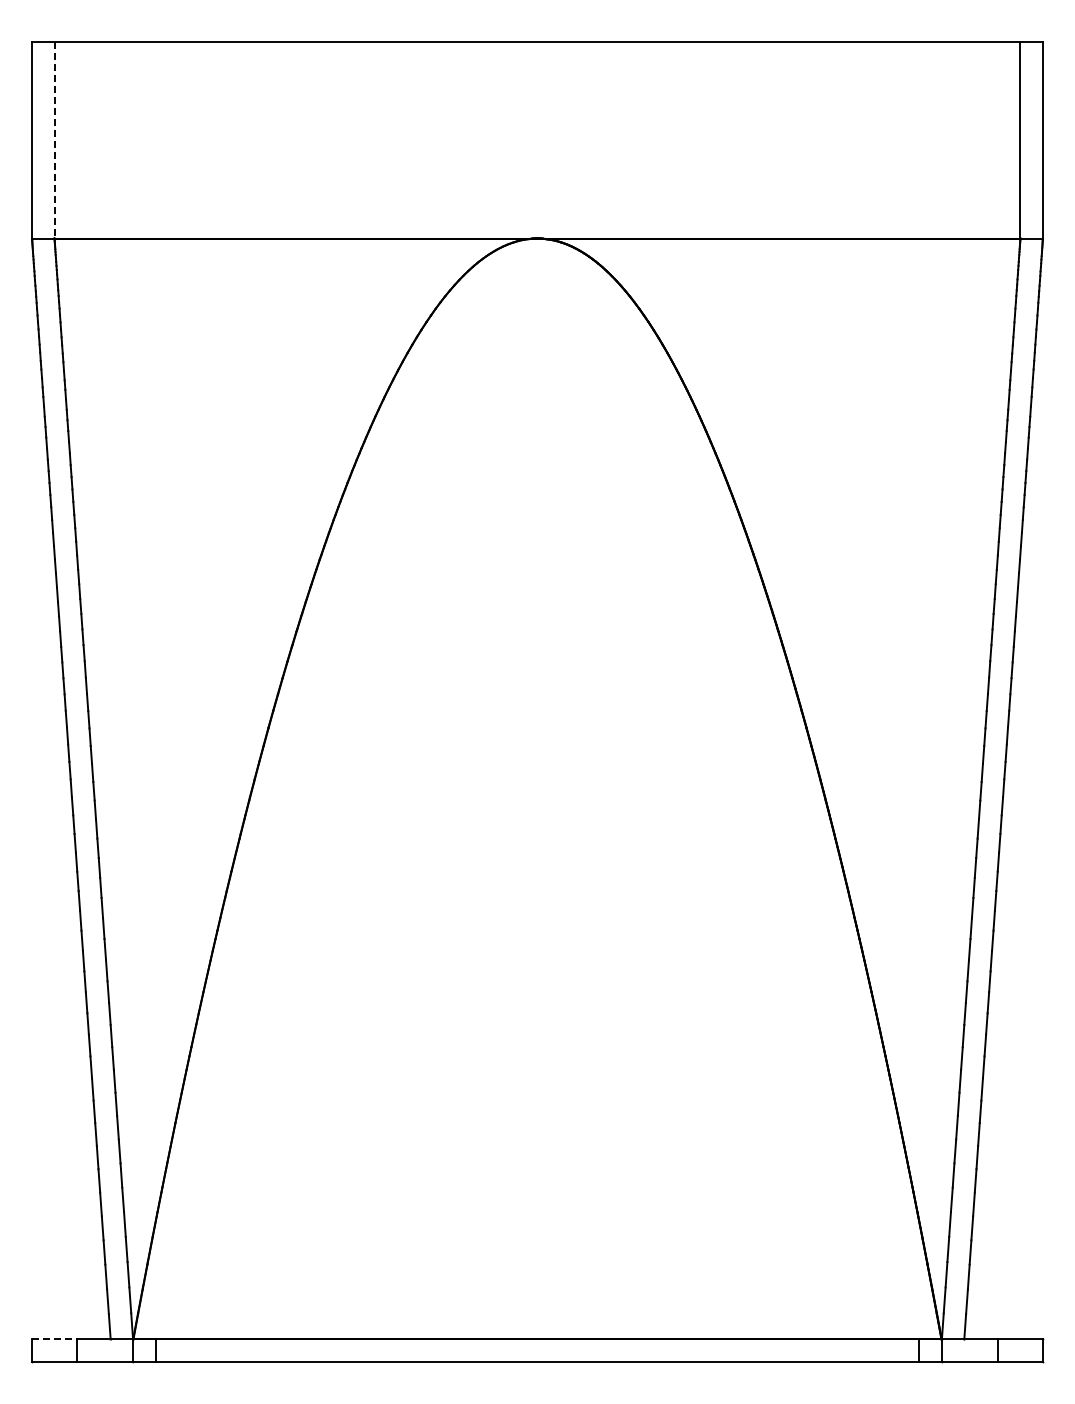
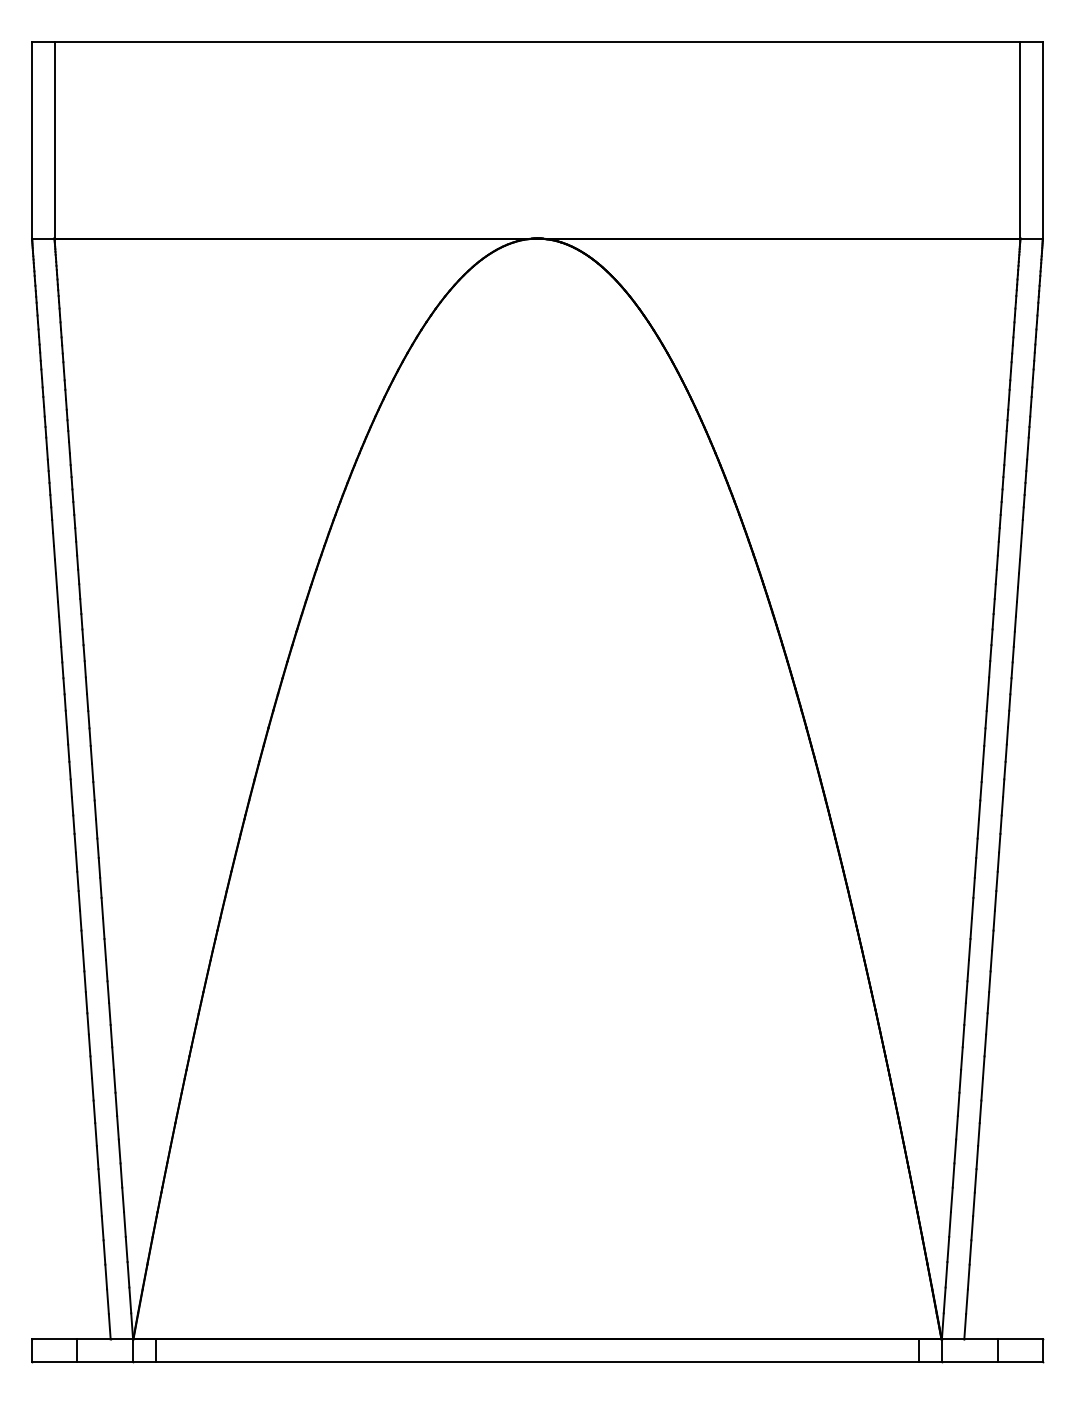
line at (54, 140): dashed -> solid
line at (55, 1339): dashed -> solid
